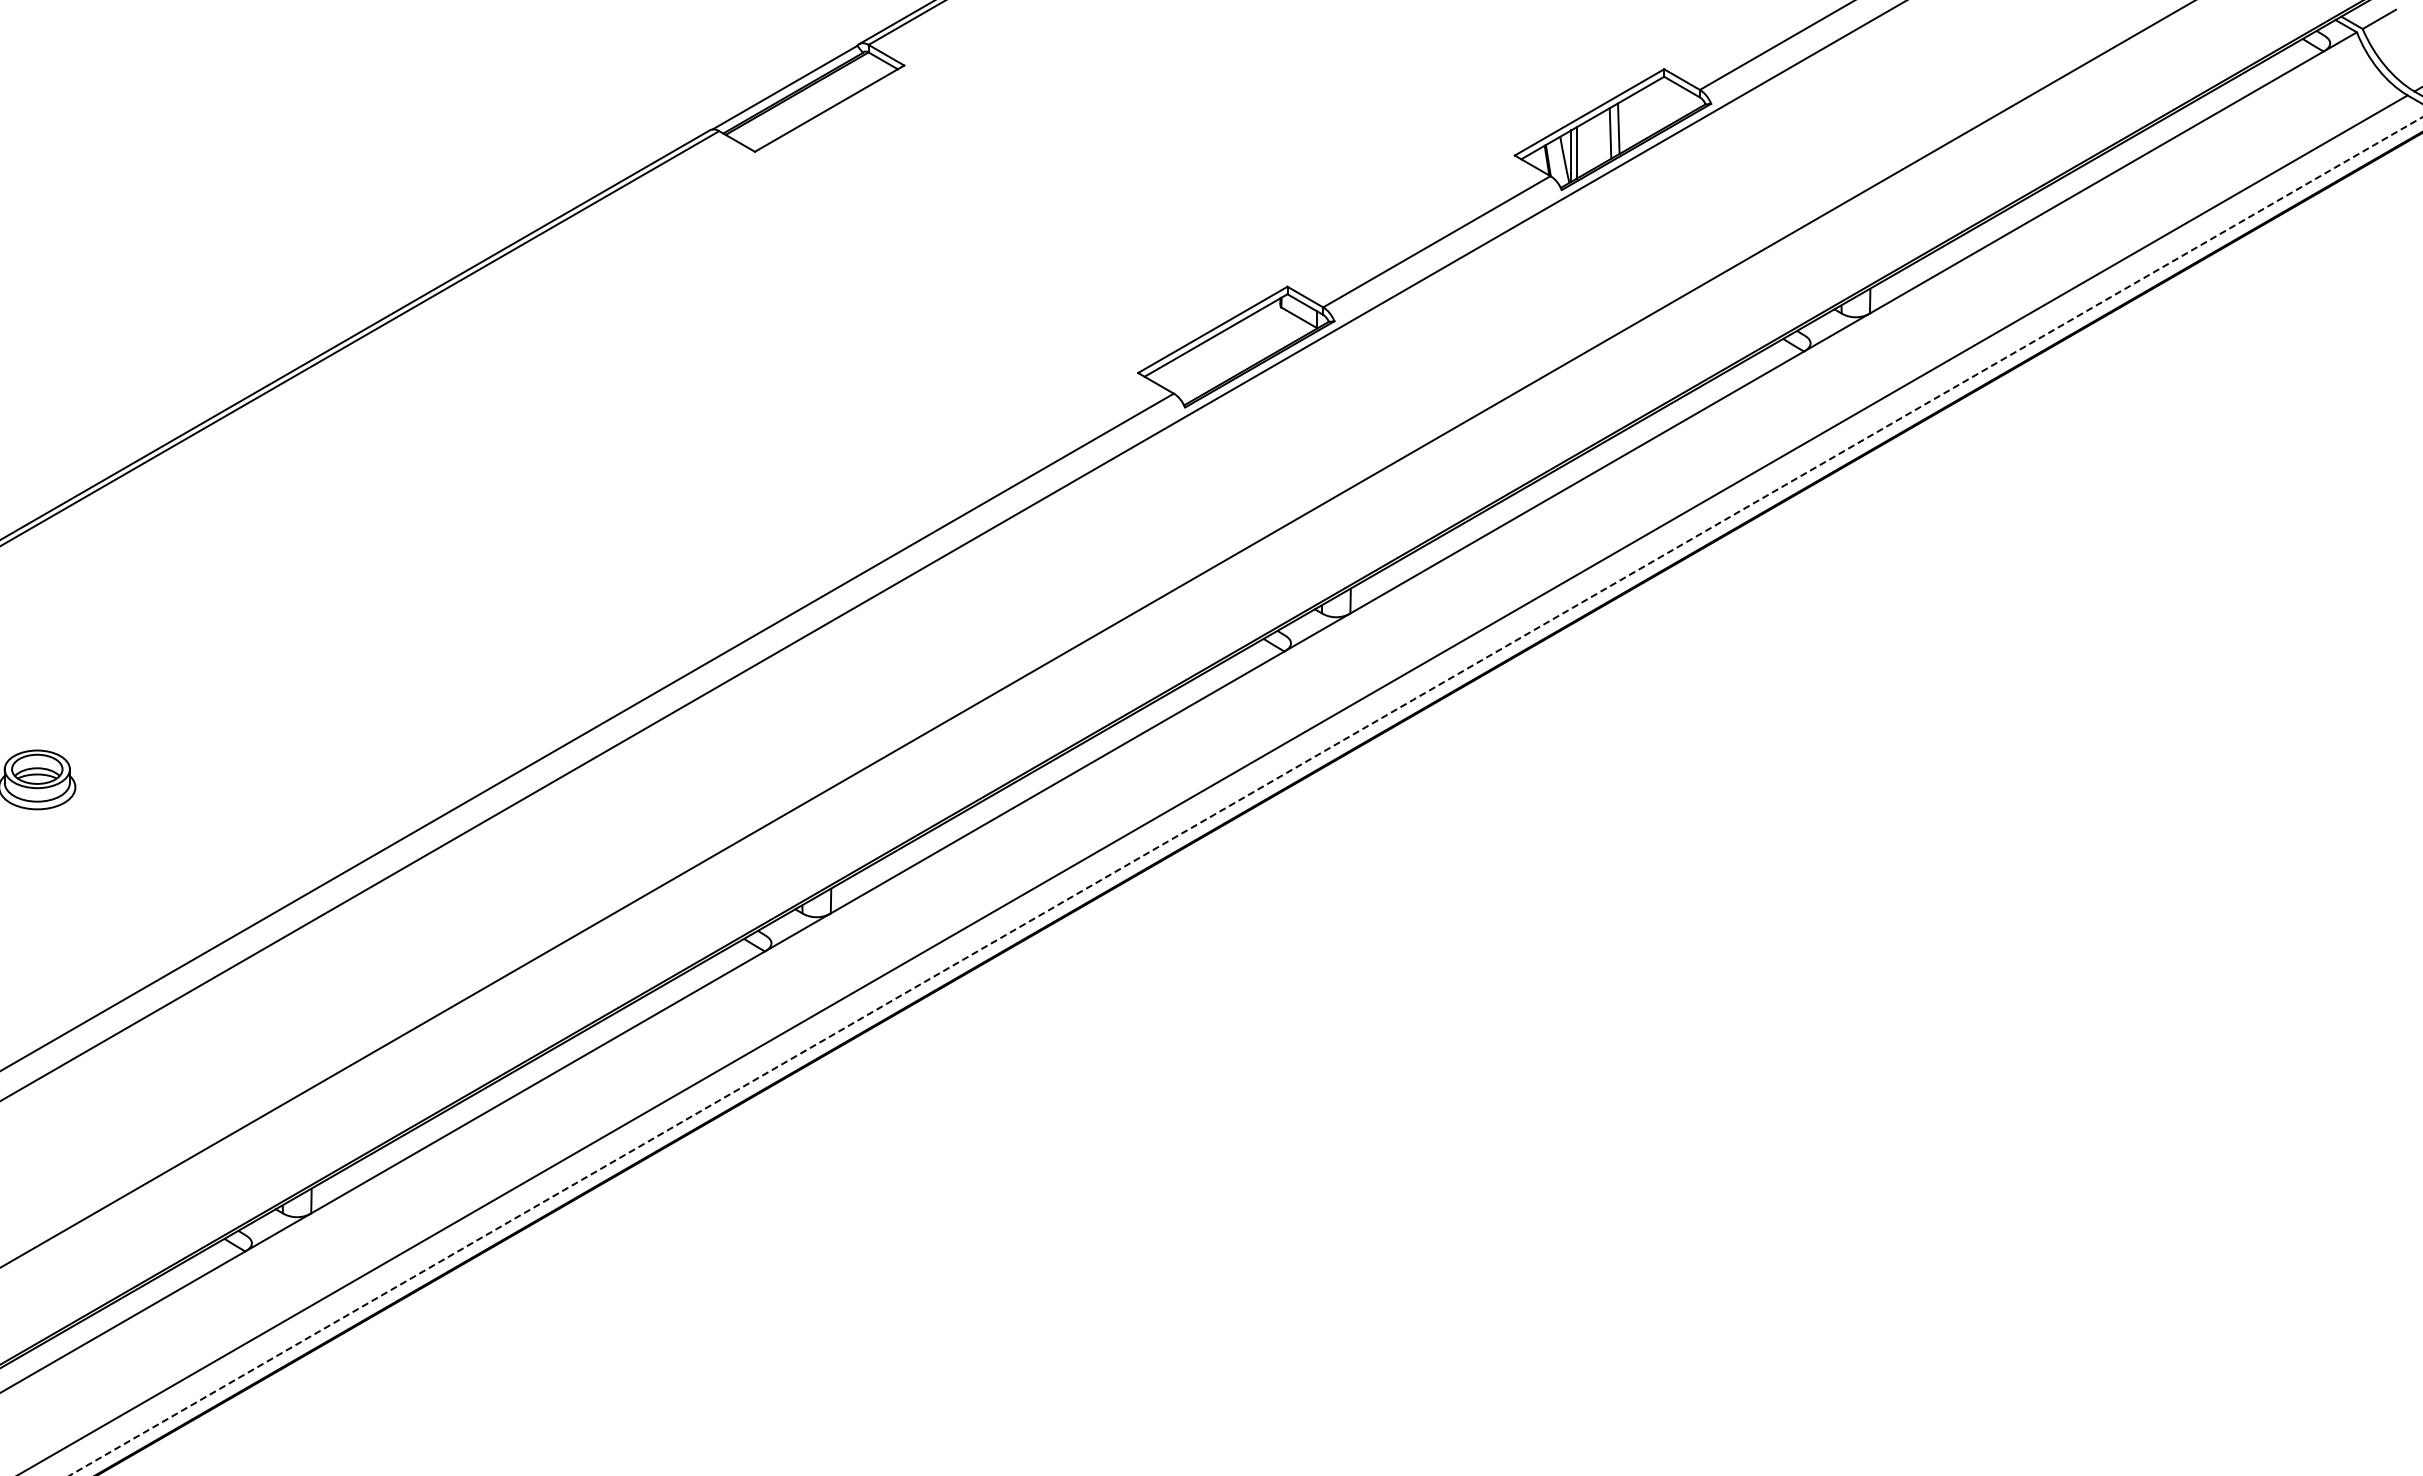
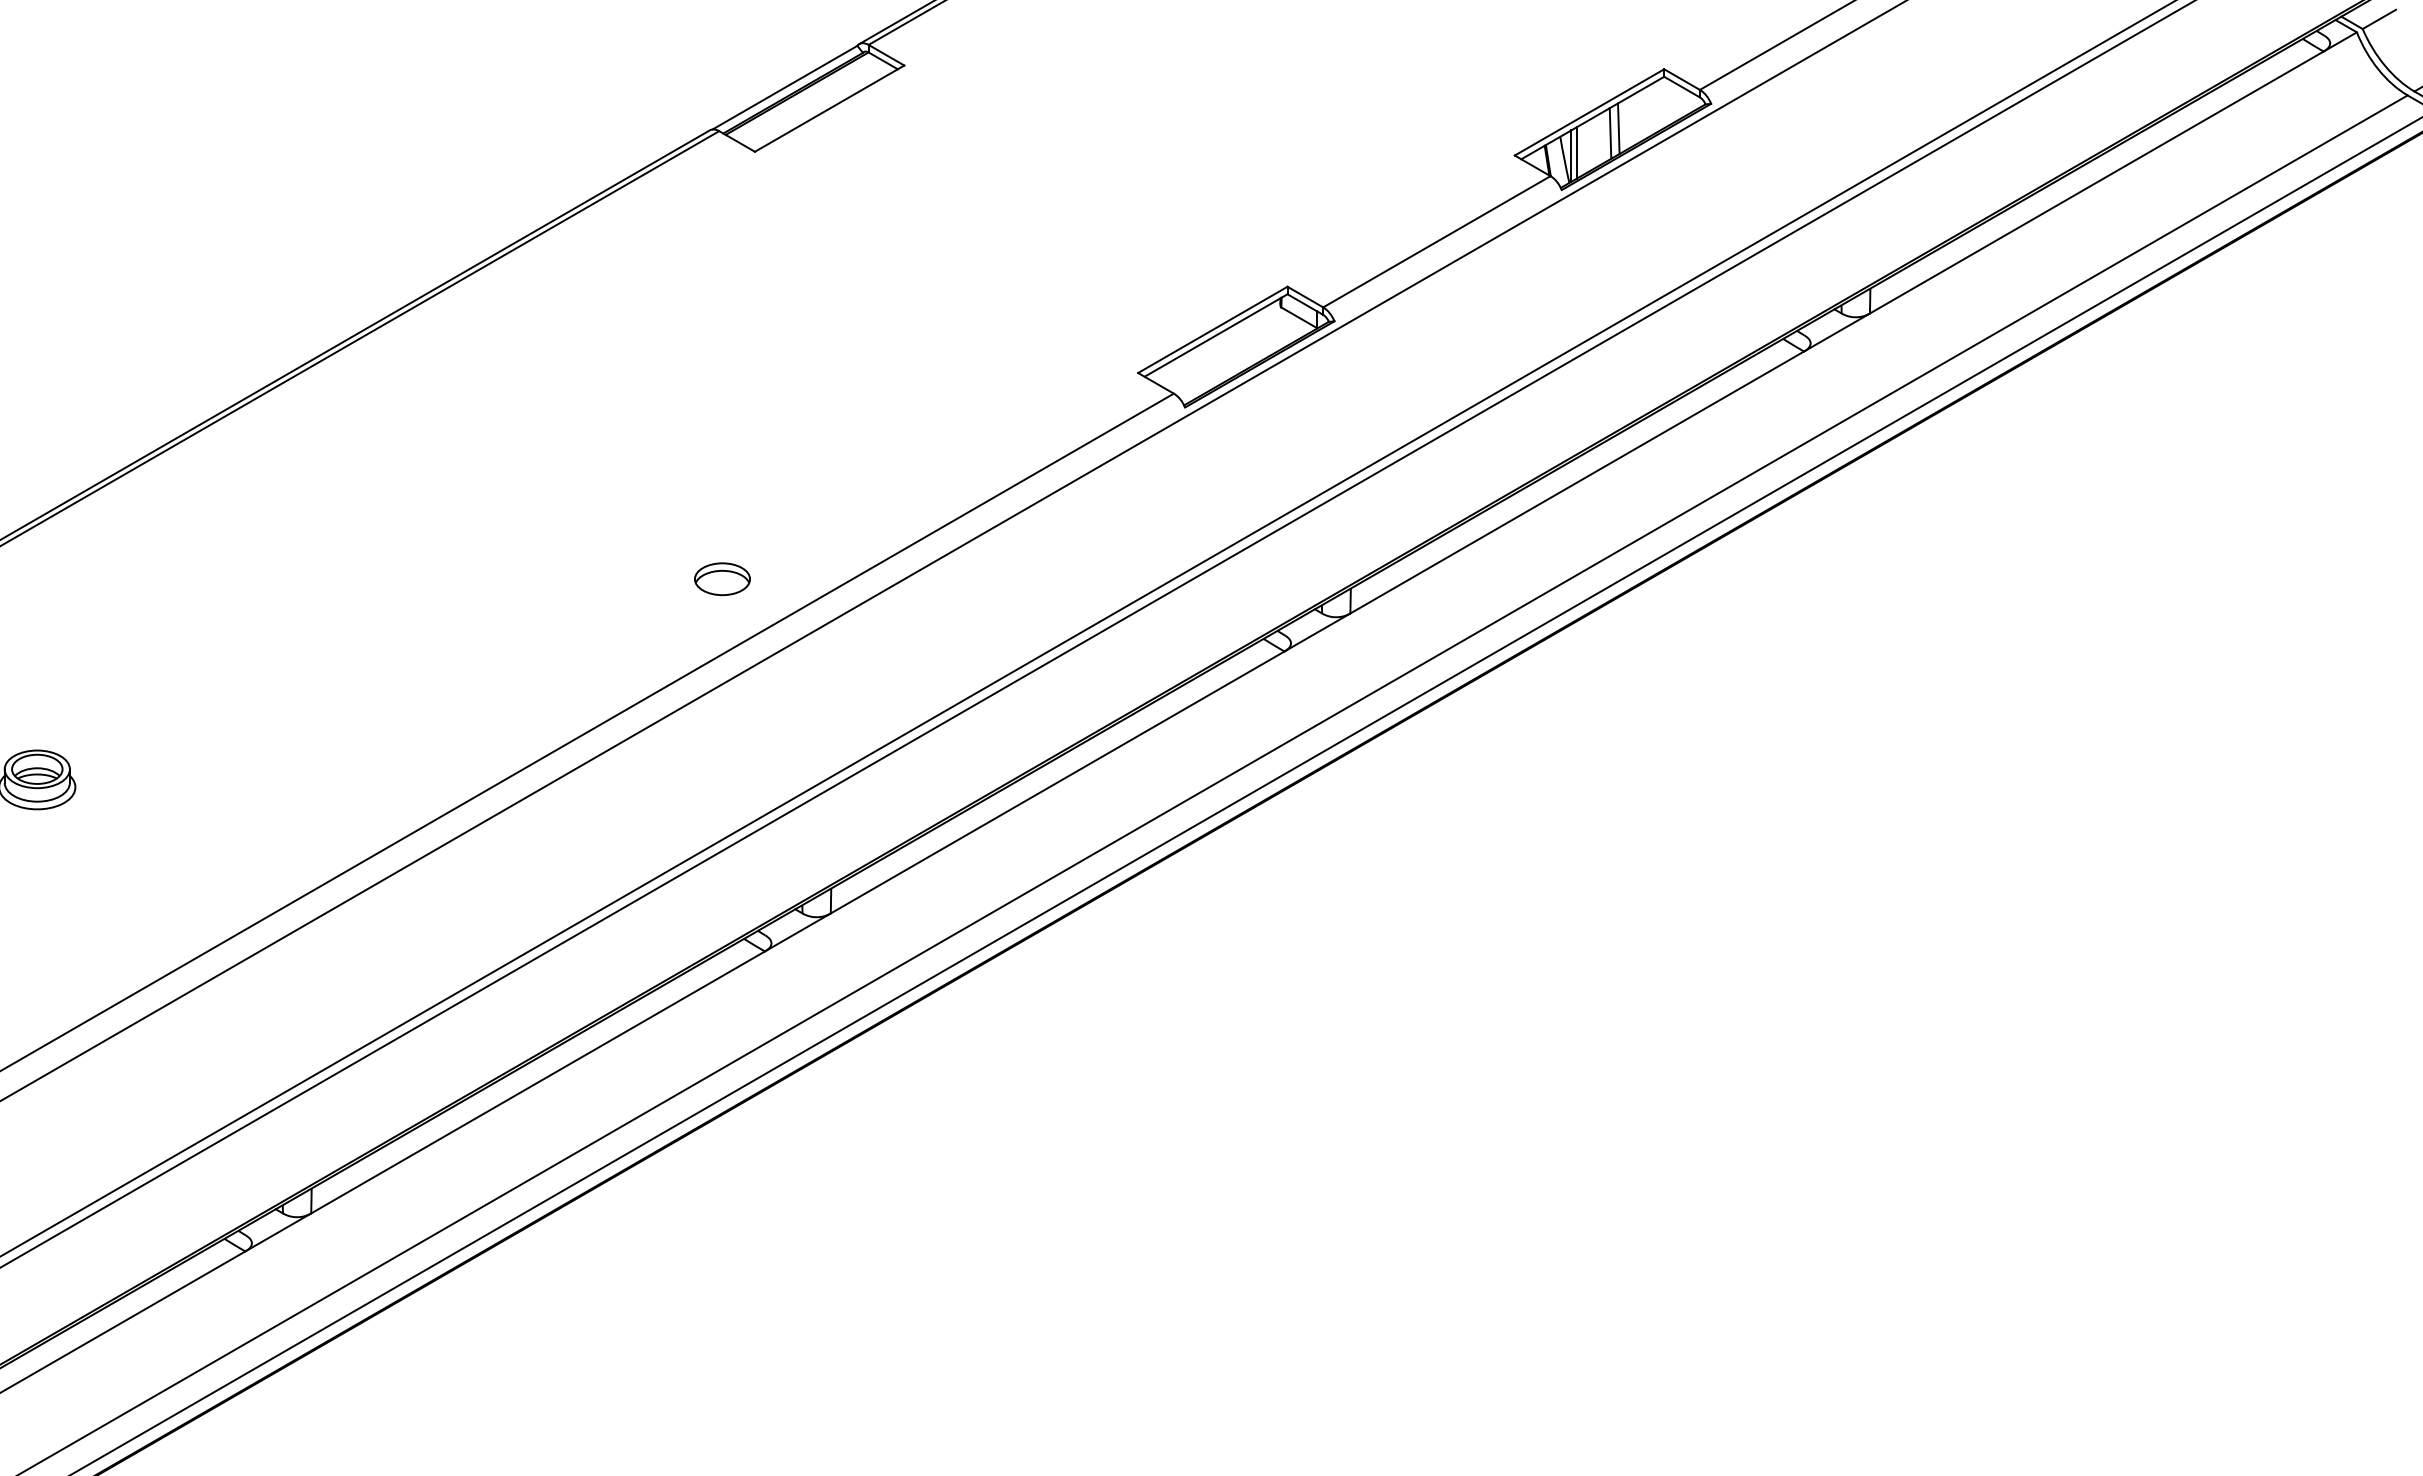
part at (722, 578): none -> present
line at (1087, 628): none -> present
line at (1245, 796): dashed -> solid
